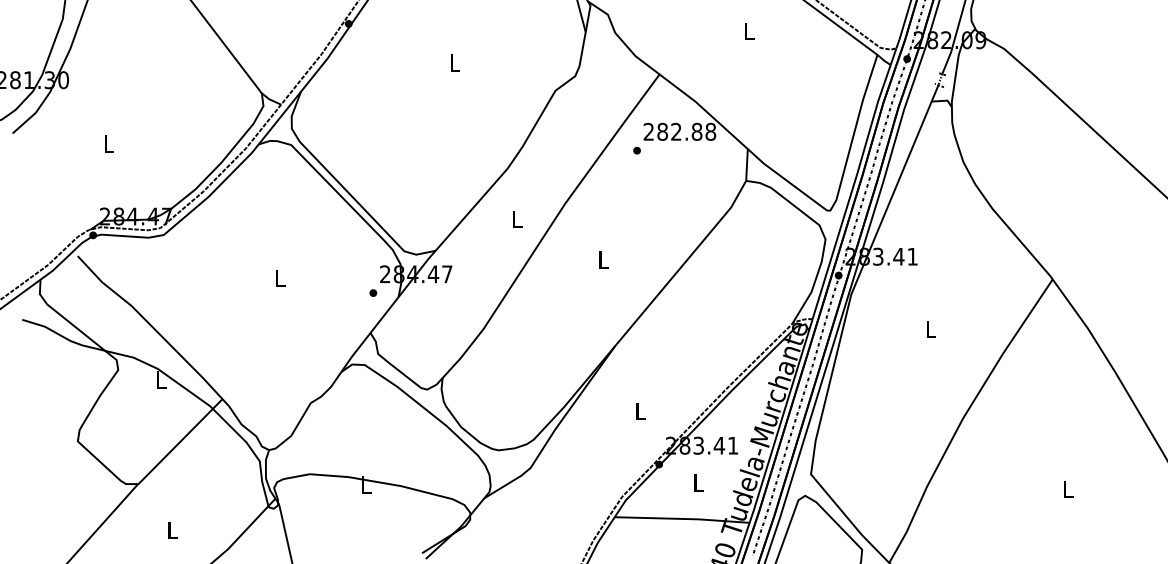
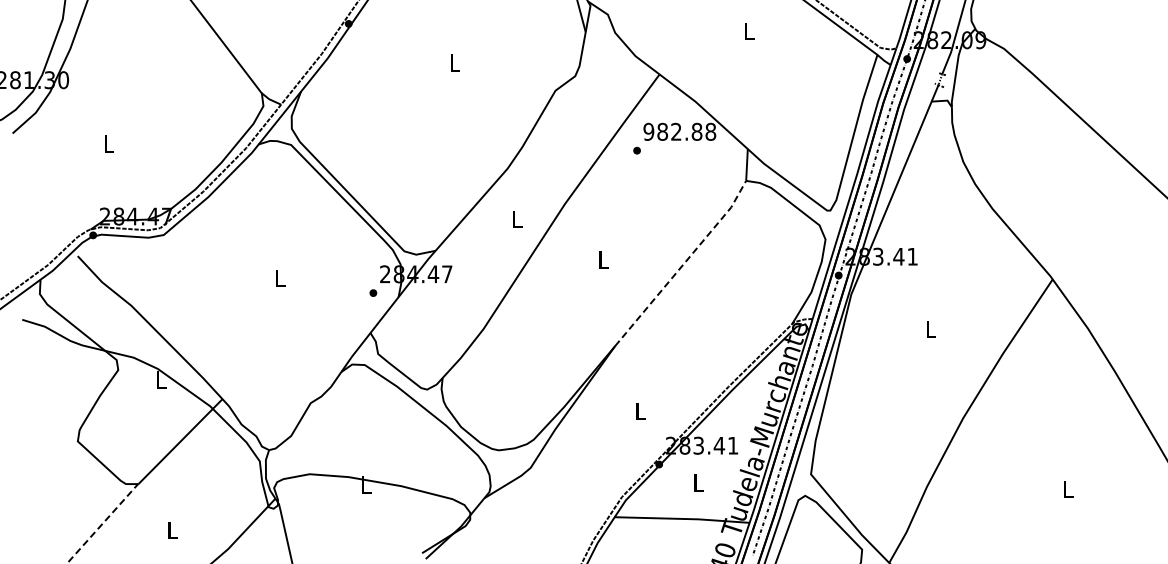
text at (648, 131): 282.88 -> 982.88
line at (683, 264): solid -> dashed
line at (102, 523): solid -> dashed
